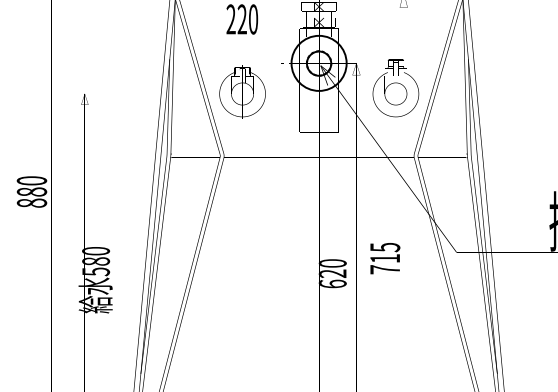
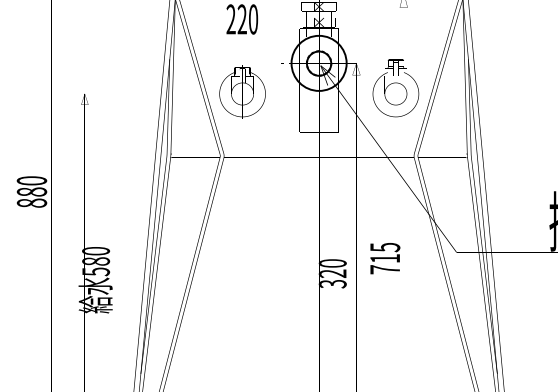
text at (332, 283): 620 -> 320
